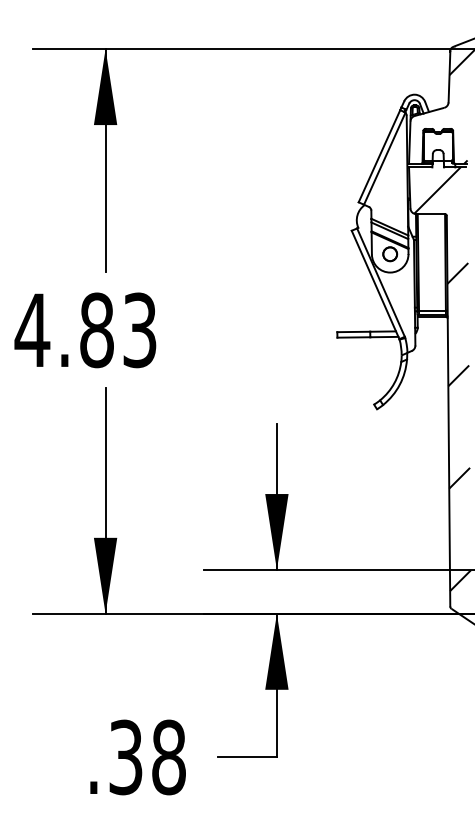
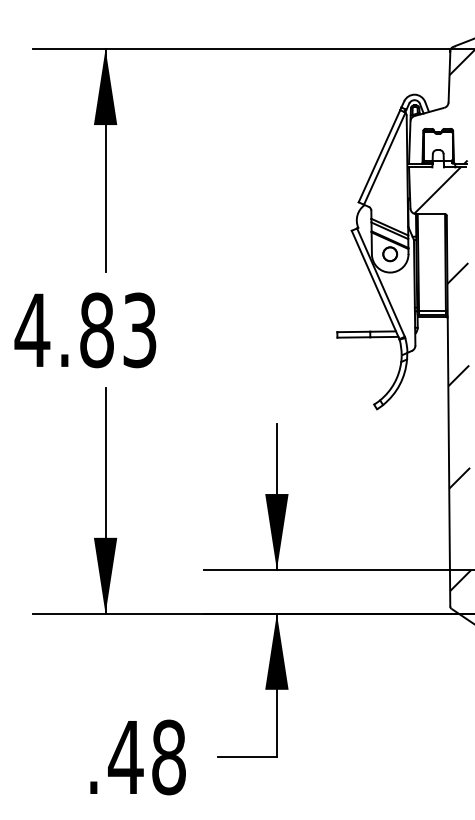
text at (125, 757): .38 -> .48
